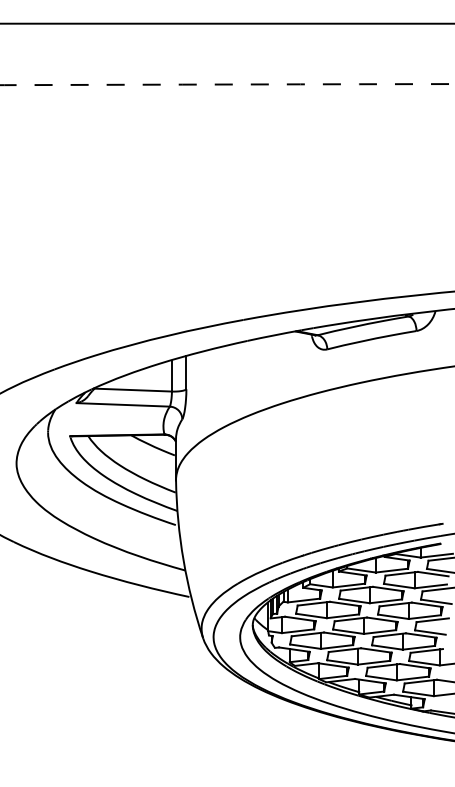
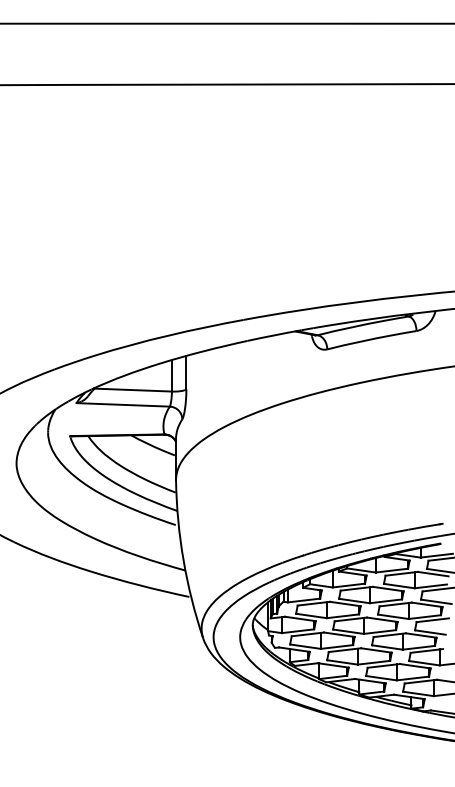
arc at (226, 84): dashed -> solid
